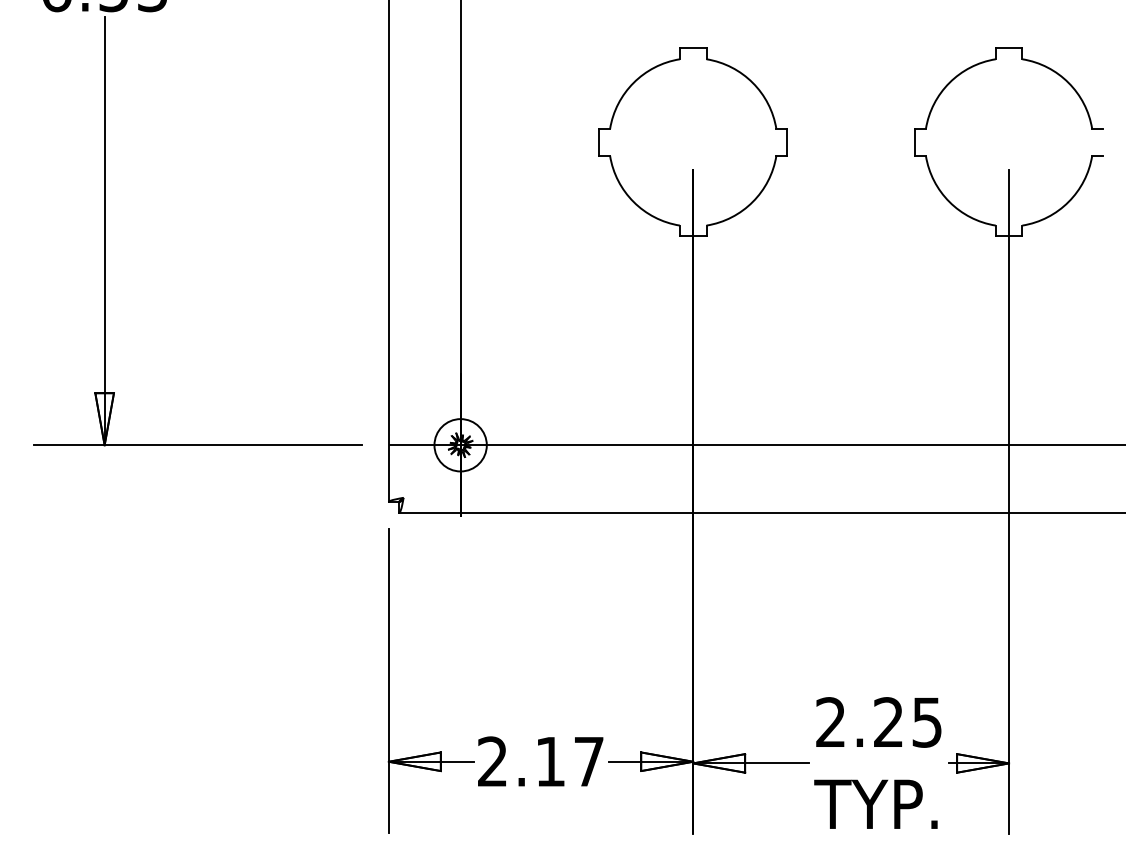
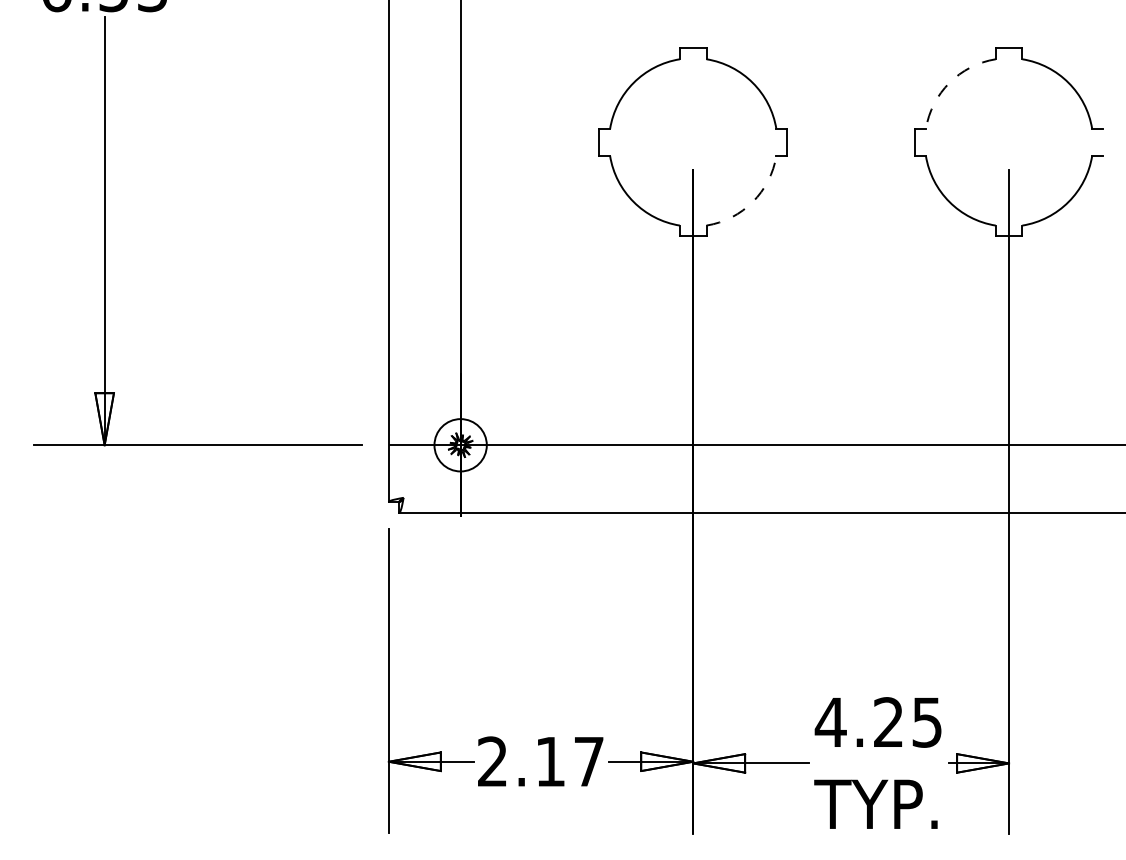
arc at (949, 82): solid -> dashed
arc at (752, 201): solid -> dashed
text at (830, 721): 2.25 -> 4.25
